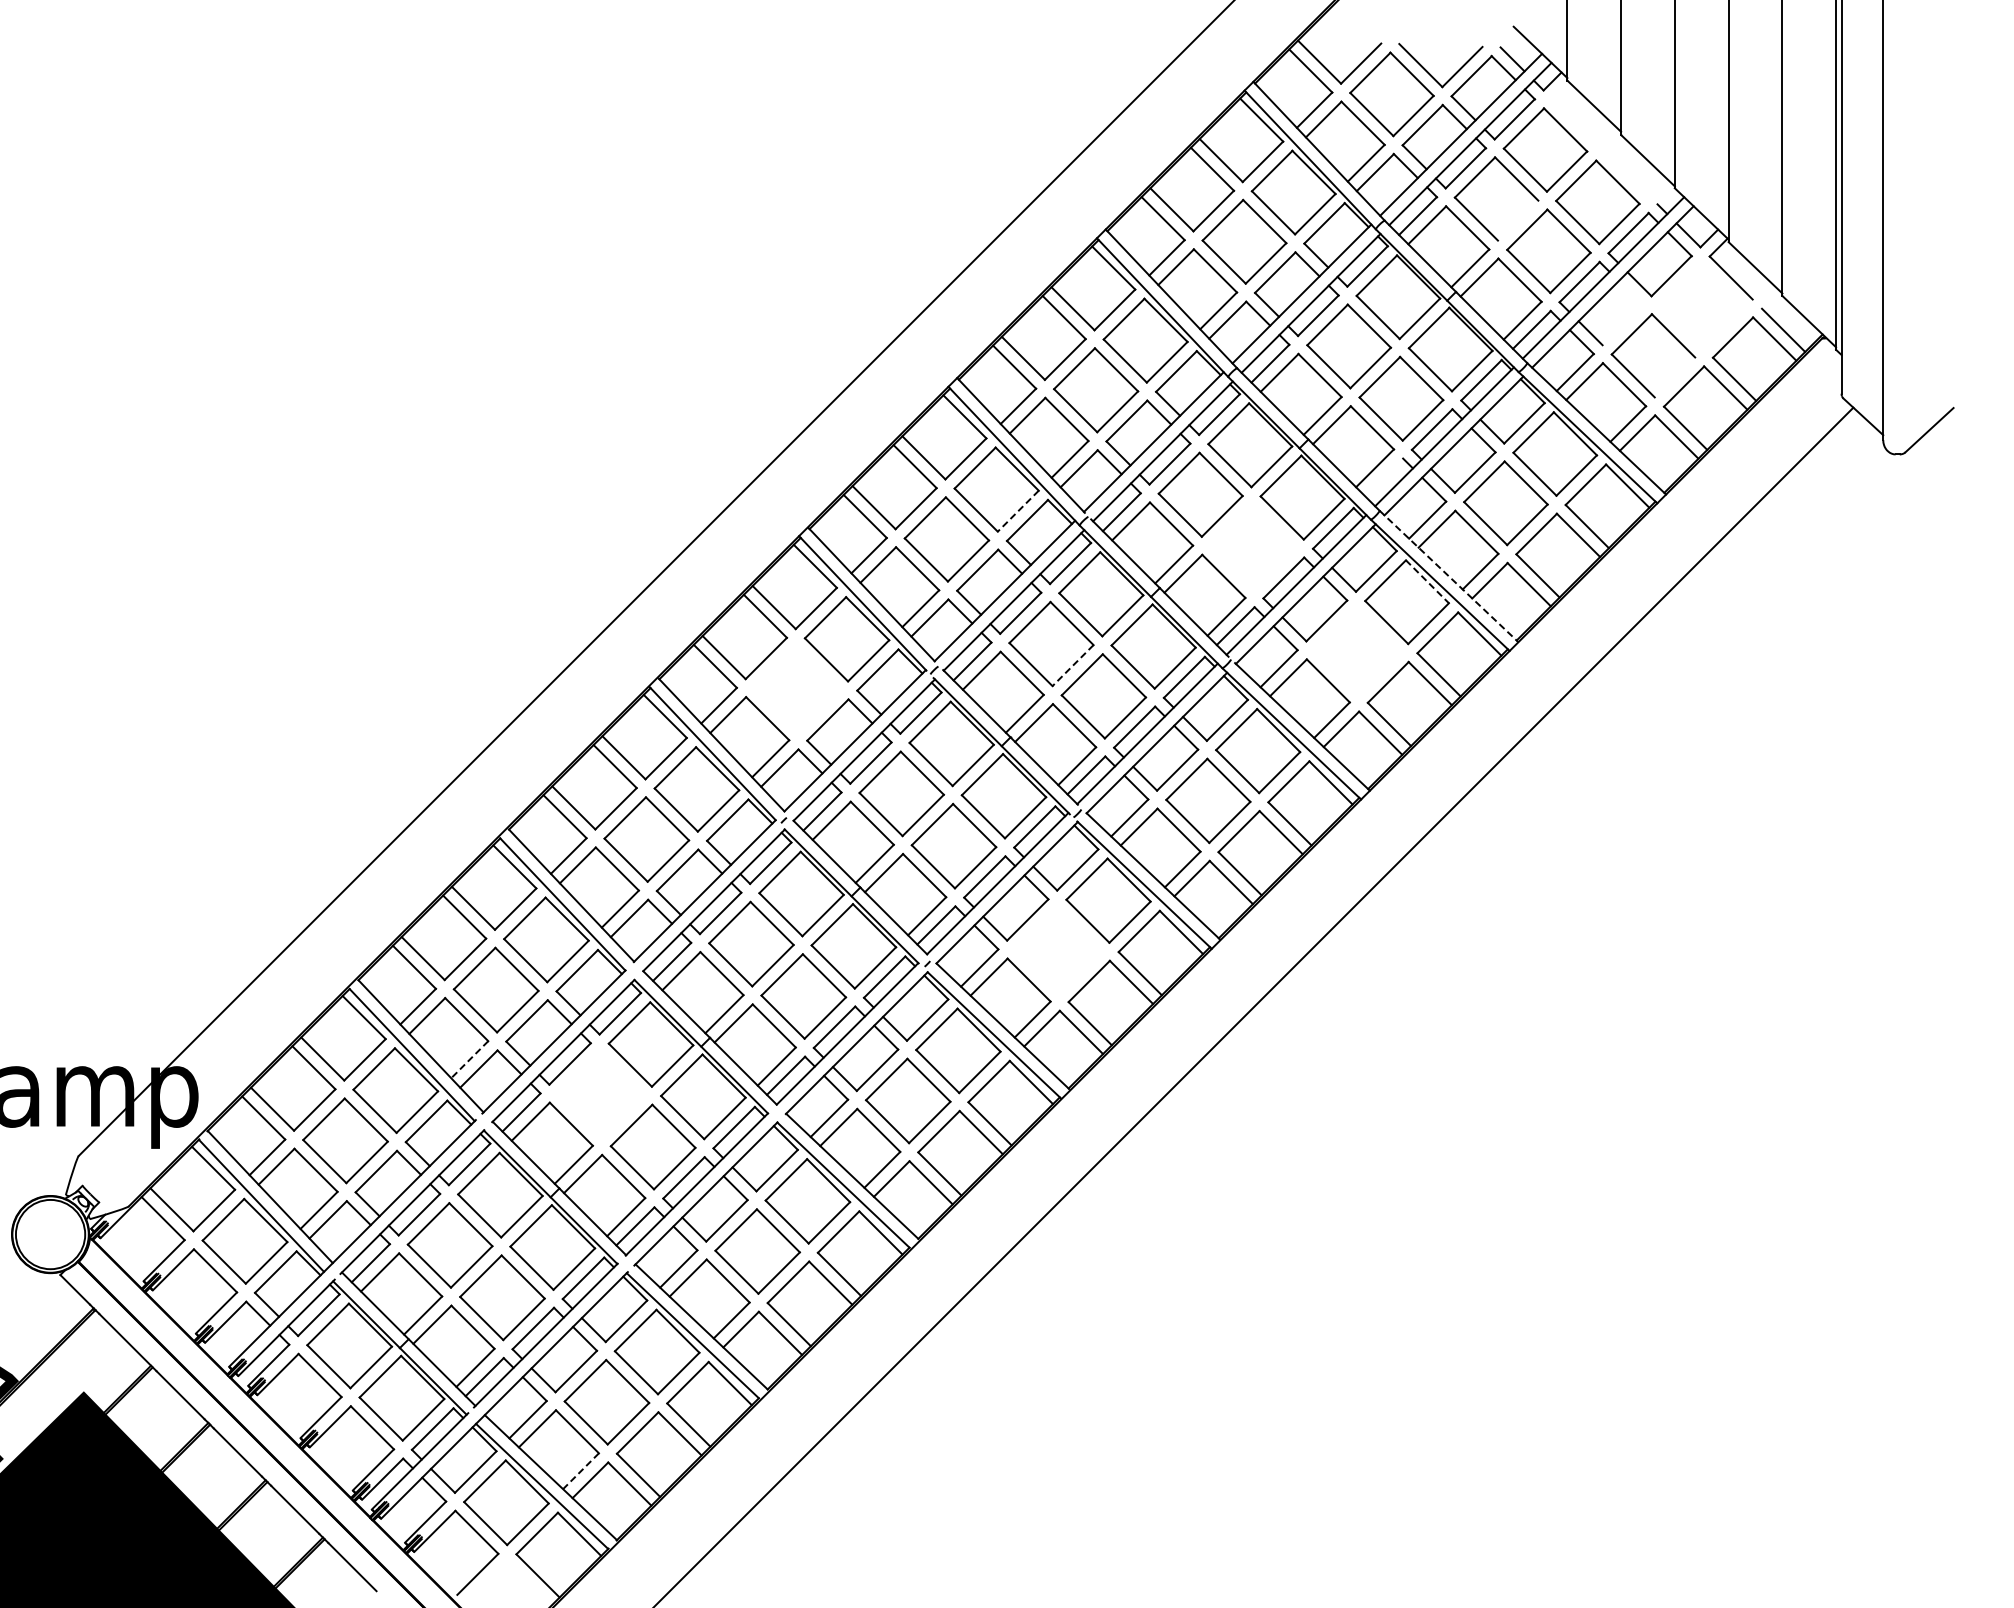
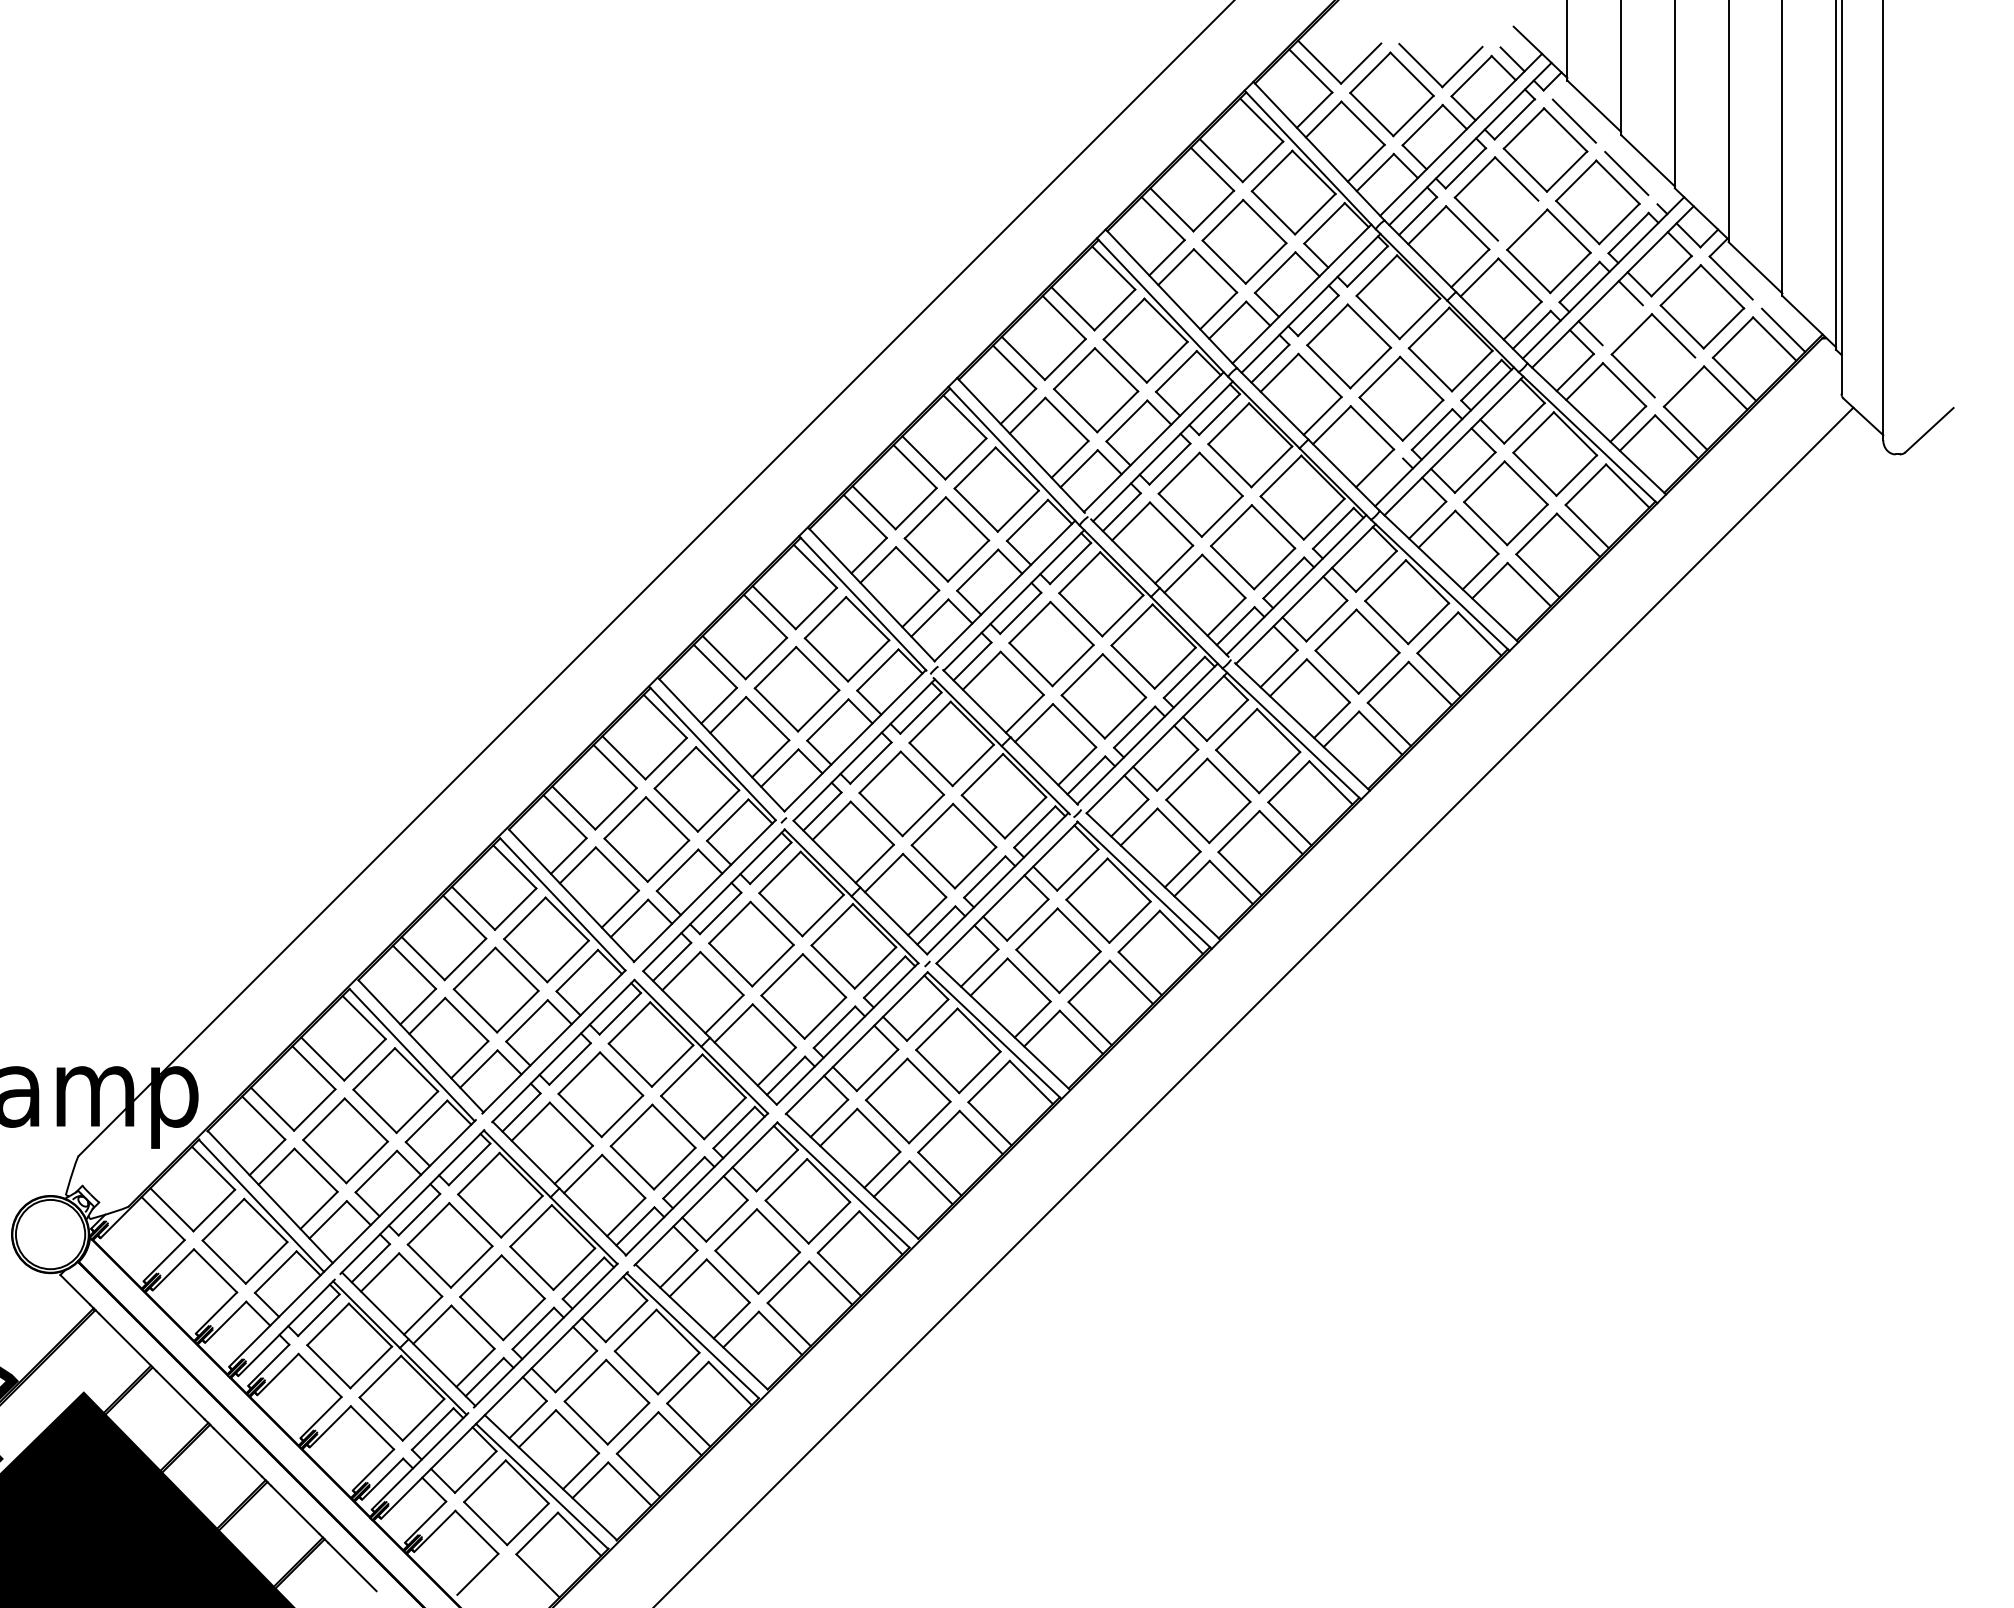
line at (1573, 120): none -> present
line at (1626, 173): none -> present
line at (1630, 293): none -> present
part at (1702, 306): none -> present
line at (1017, 511): dashed -> solid
part at (1253, 547): none -> present
line at (1449, 576): dashed -> solid
line at (1427, 581): dashed -> solid
part at (1357, 651): none -> present
line at (1072, 665): dashed -> solid
part at (796, 688): none -> present
part at (1058, 950): none -> present
line at (469, 1060): dashed -> solid
part at (600, 1094): none -> present
line at (580, 1471): dashed -> solid
